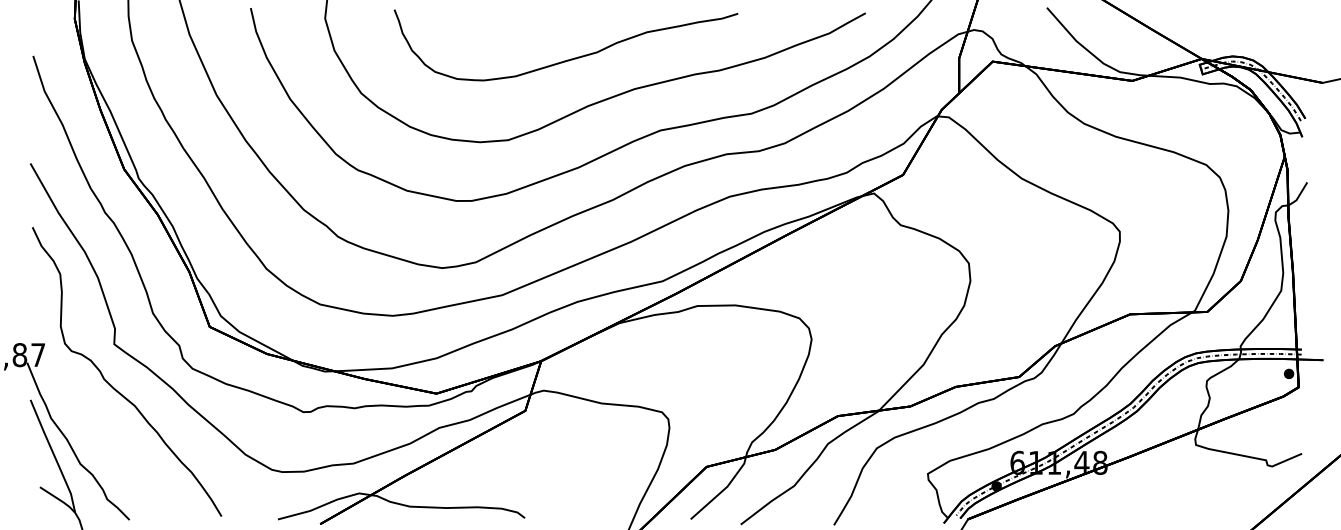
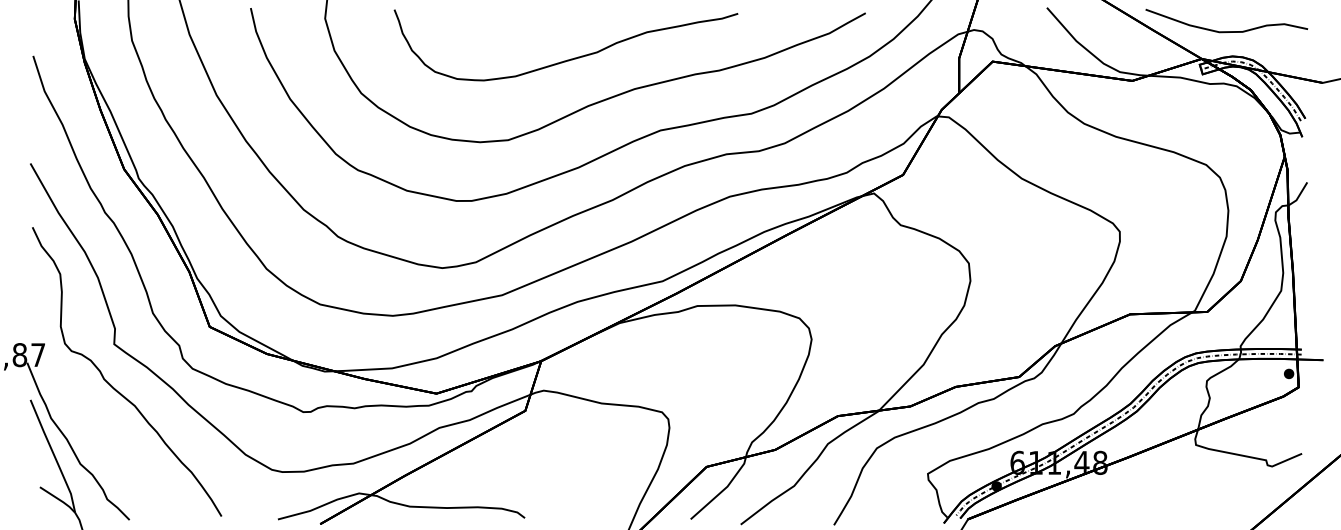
curve at (1226, 31): none -> present
